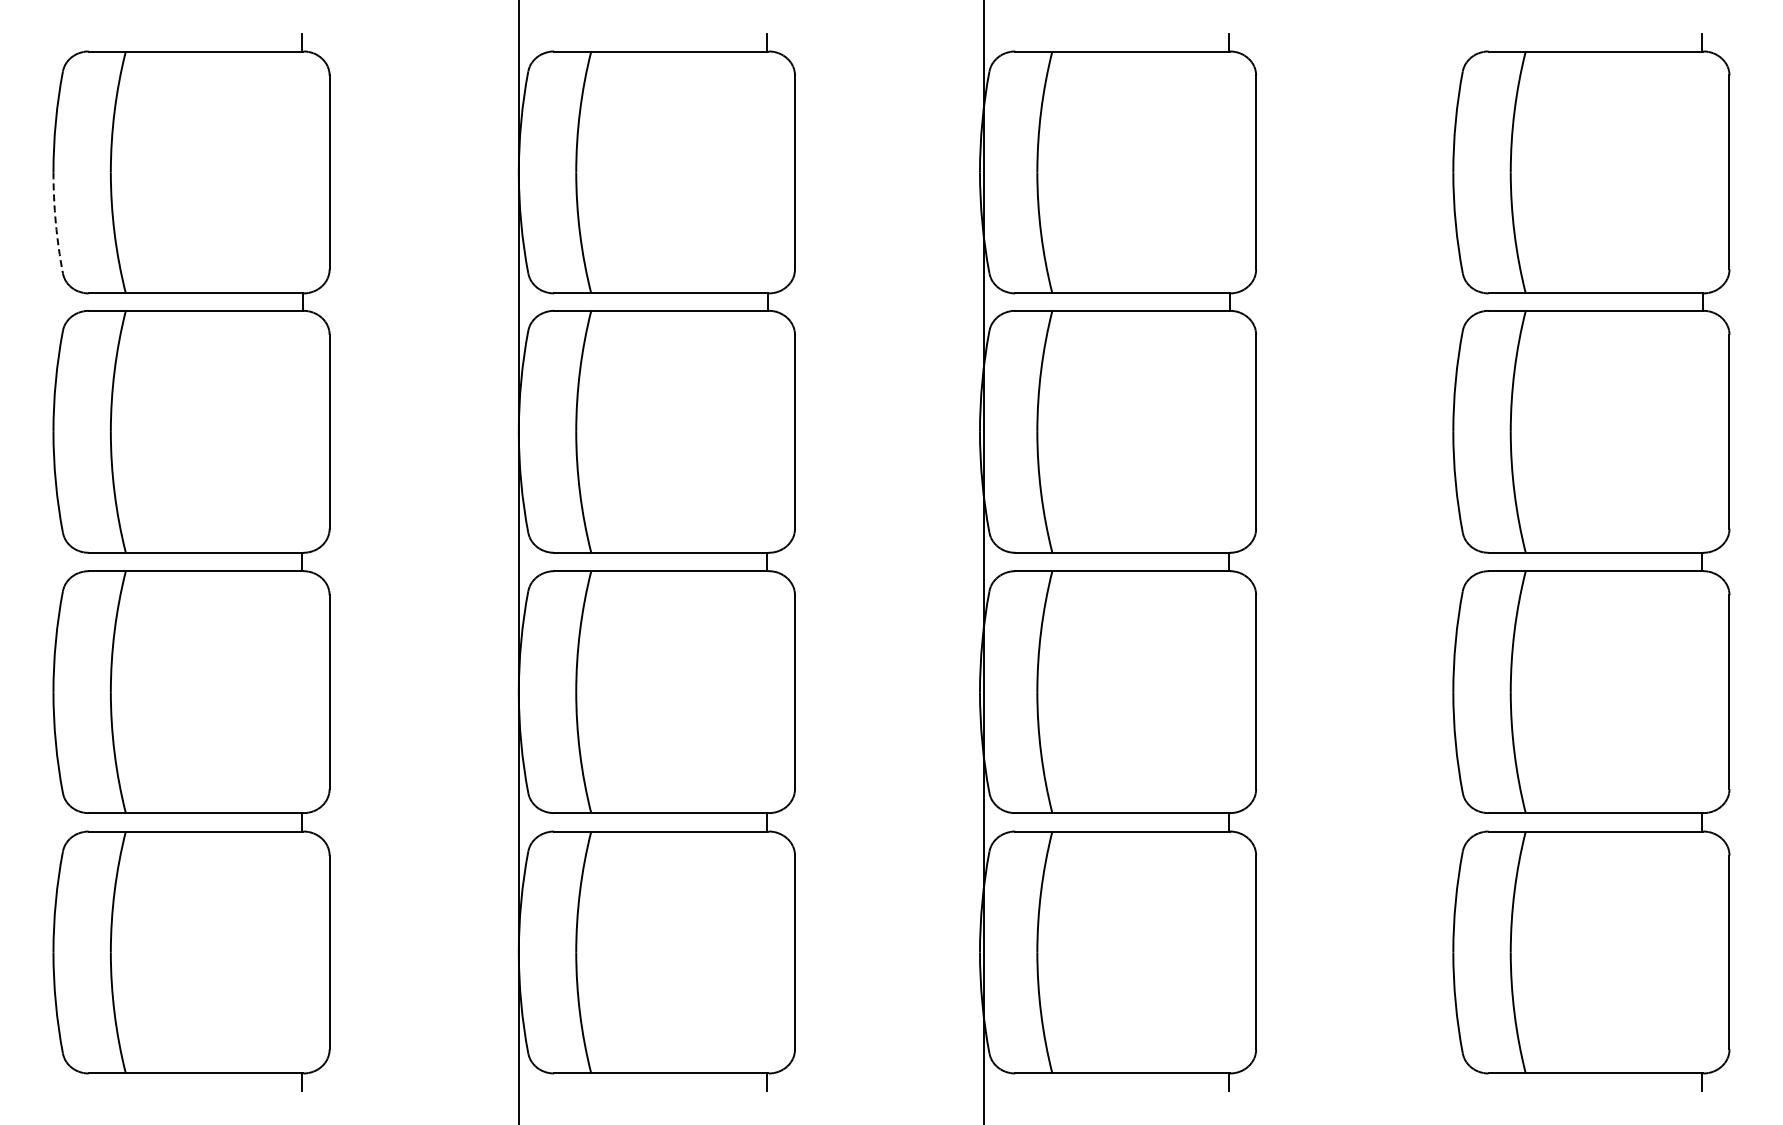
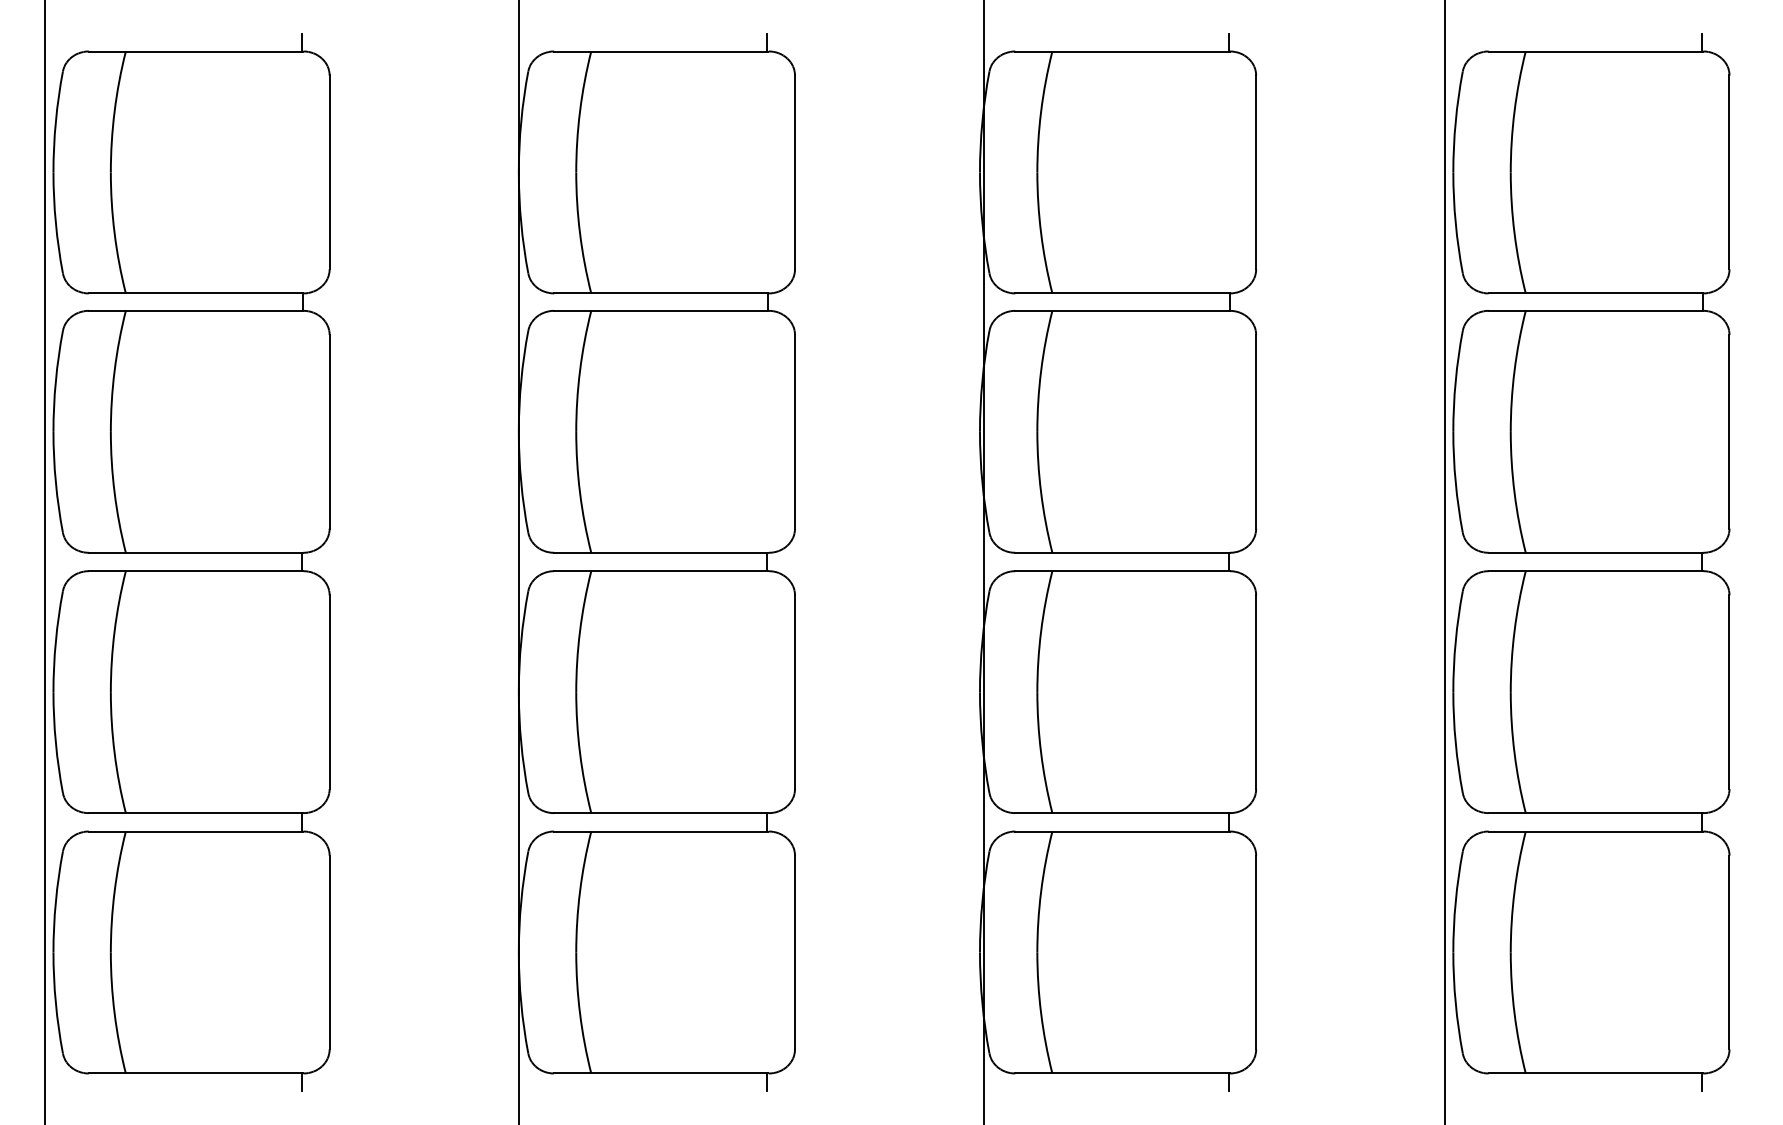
arc at (55, 223): dashed -> solid
line at (45, 561): none -> present
line at (1445, 561): none -> present
